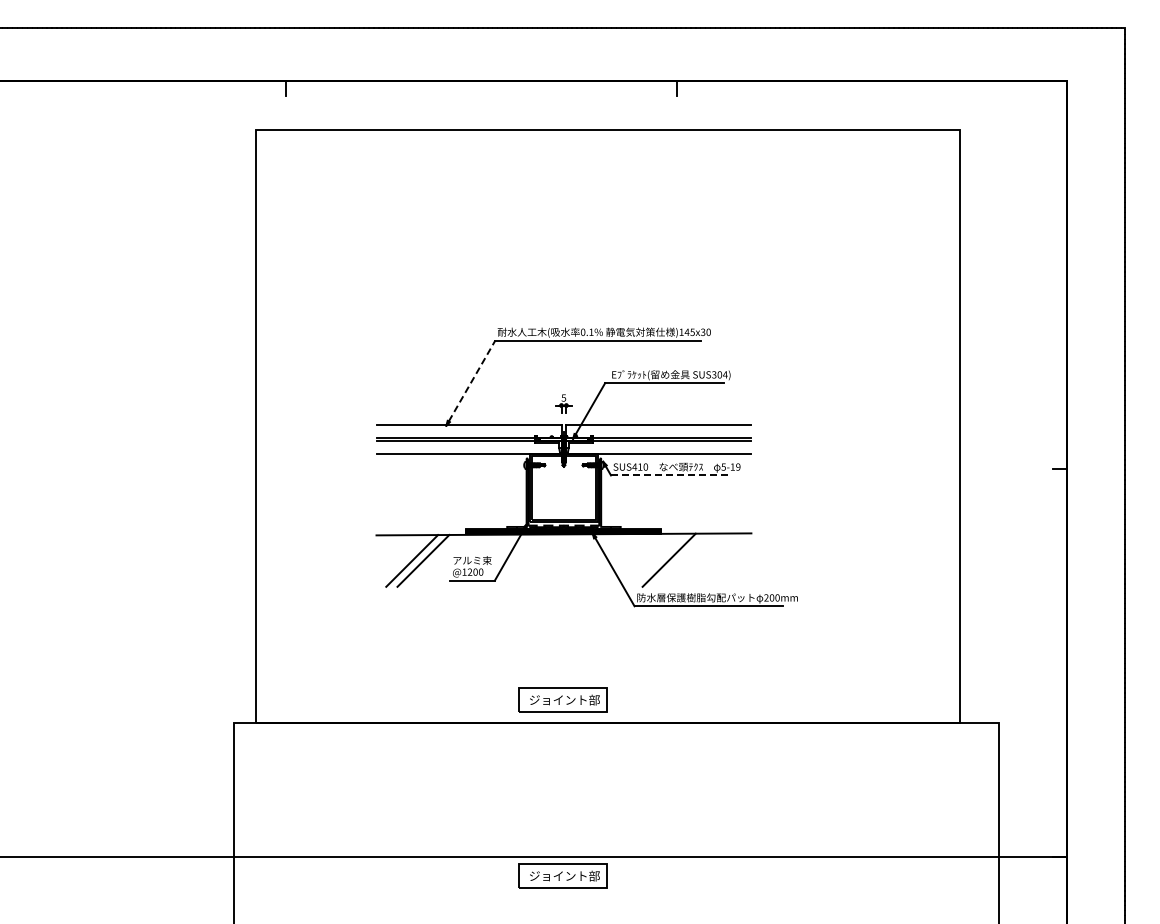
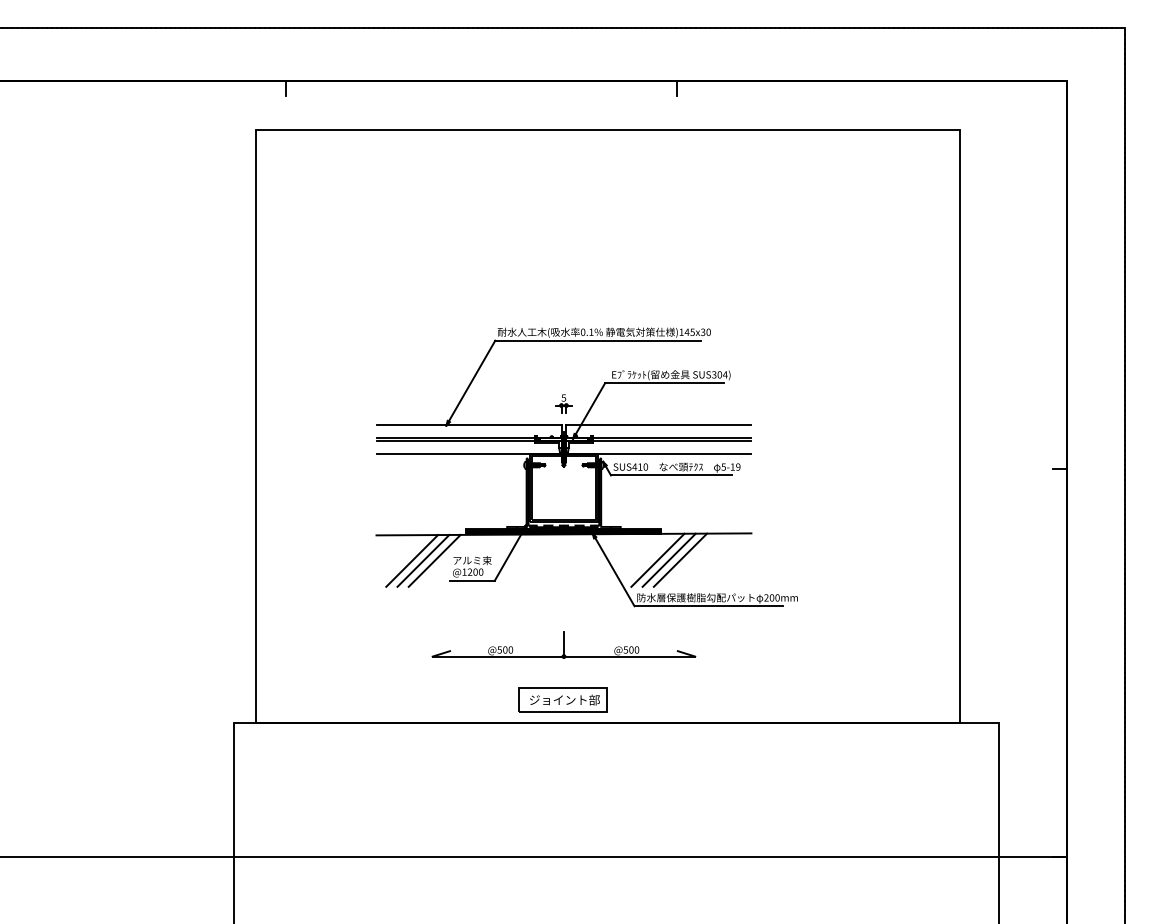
line at (472, 381): dashed -> solid
line at (671, 475): dashed -> solid
line at (657, 559): none -> present
line at (680, 559): none -> present
line at (434, 560): none -> present
part at (563, 644): none -> present
part at (562, 875): present -> none
